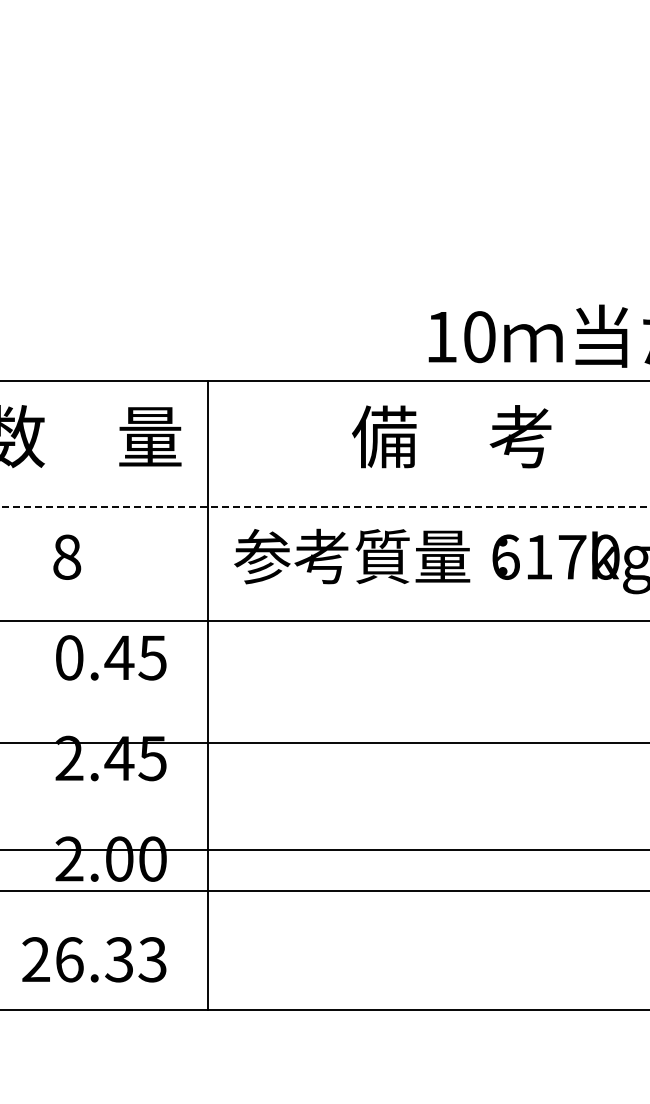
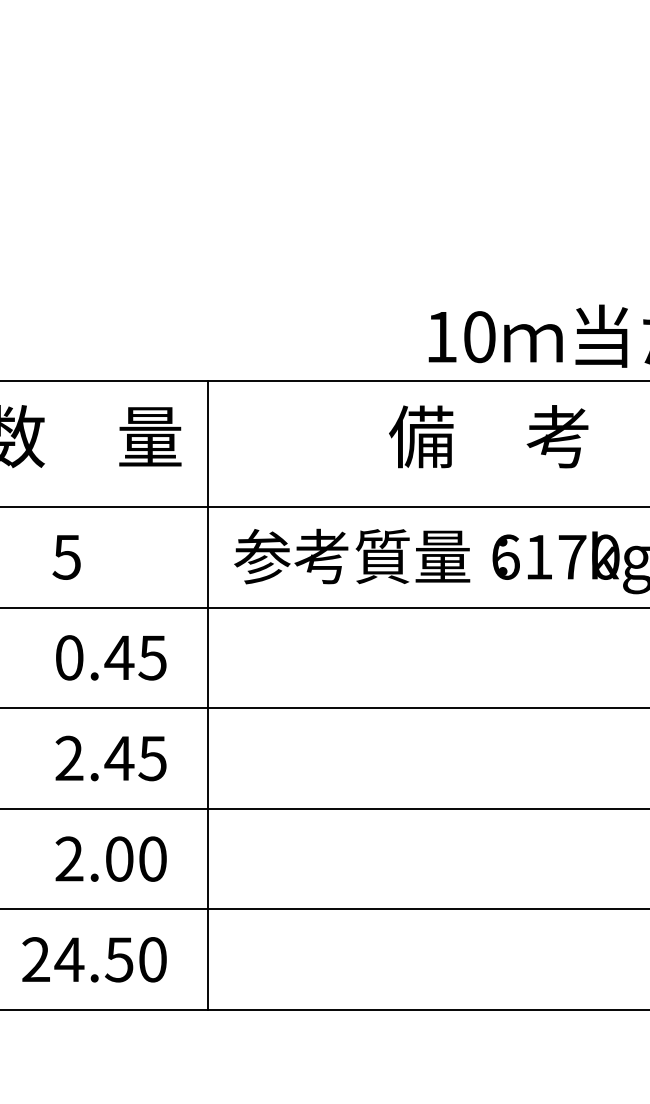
text at (451, 436) position: (451, 436) -> (488, 436)
line at (325, 506): dashed -> solid
text at (66, 556): 8 -> 5
line at (324, 620) position: (324, 620) -> (324, 607)
line at (324, 743) position: (324, 743) -> (324, 708)
line at (324, 849) position: (324, 849) -> (324, 808)
line at (324, 891) position: (324, 891) -> (324, 909)
text at (110, 959): 26.33 -> 24.50
